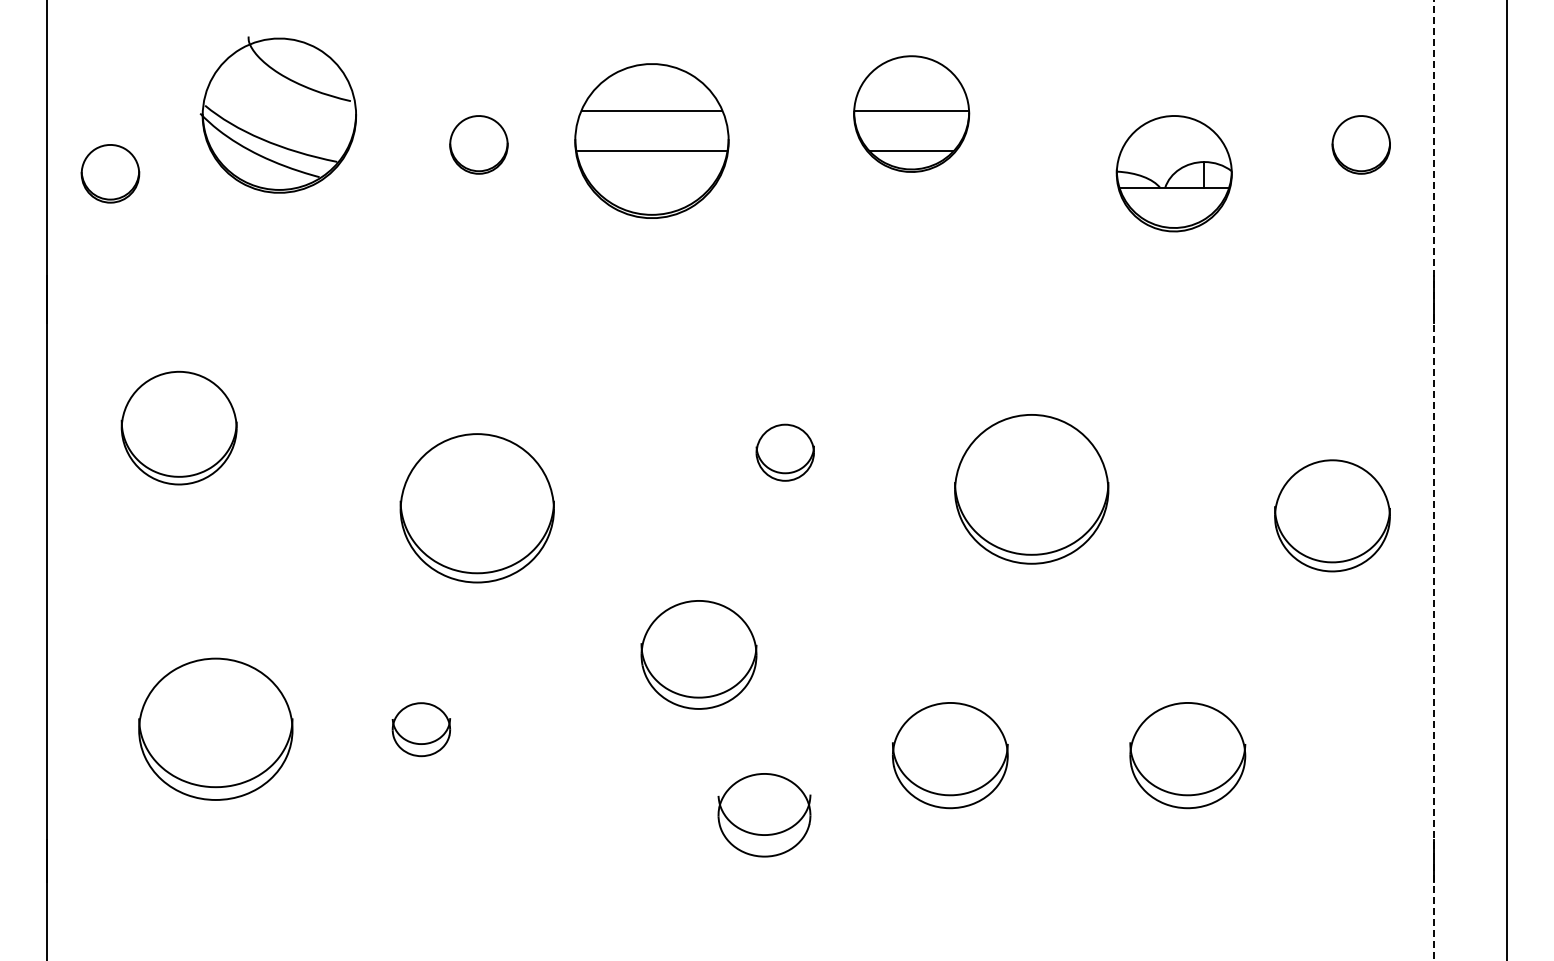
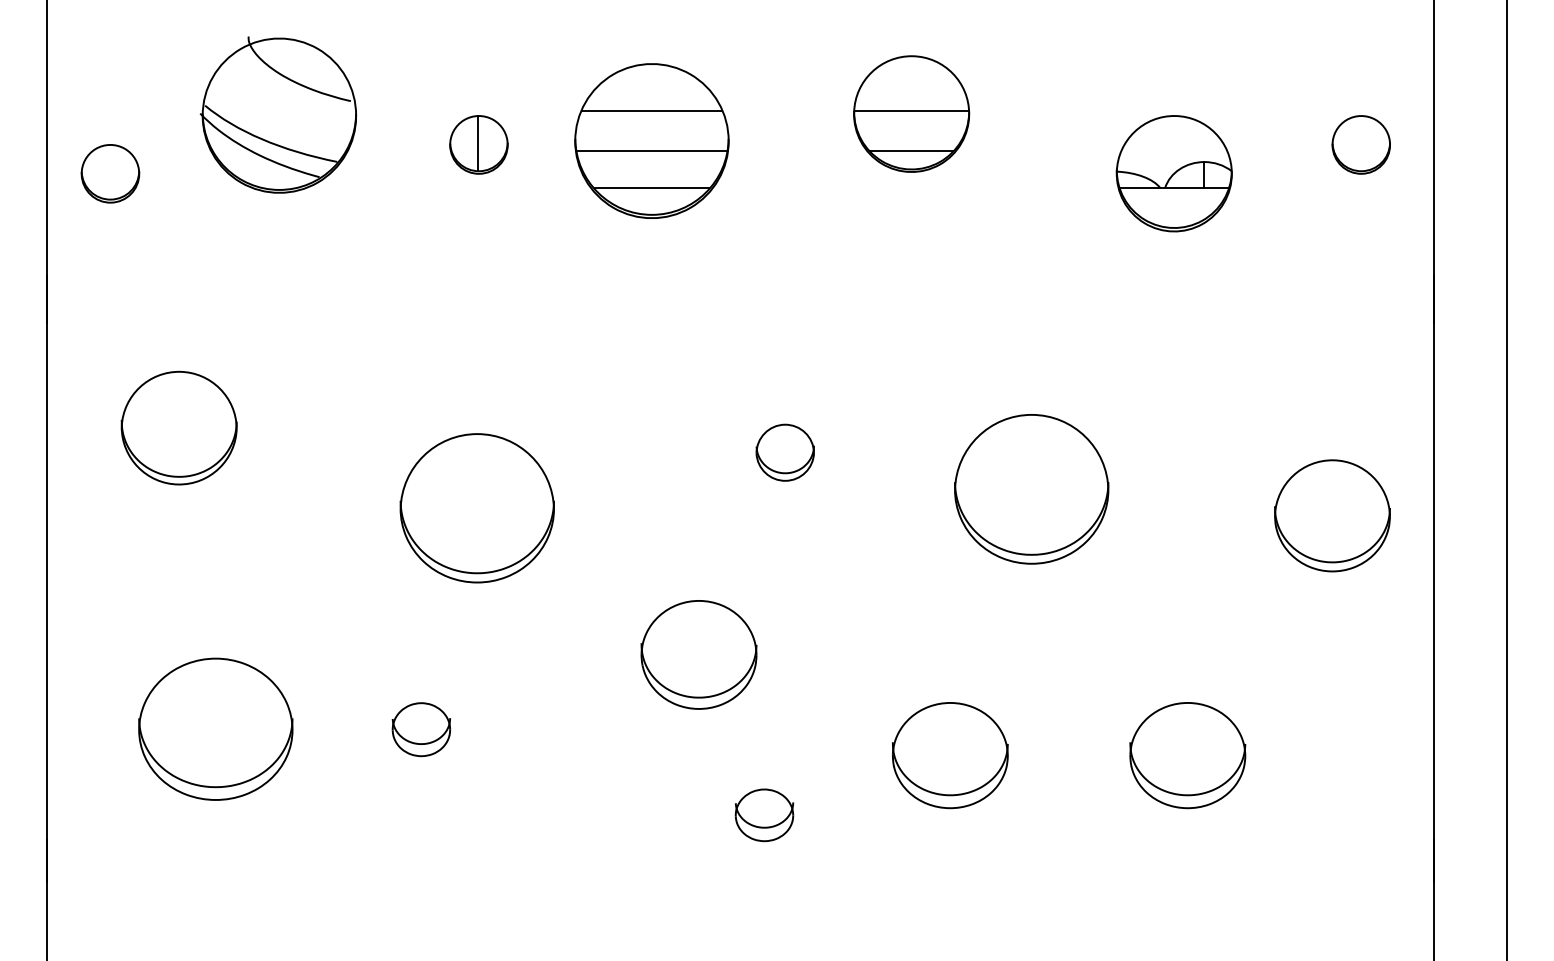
line at (478, 143): none -> present
line at (651, 187): none -> present
line at (1434, 481): dashed -> solid
part at (764, 815) size: 95x85 px -> 61x55 px
